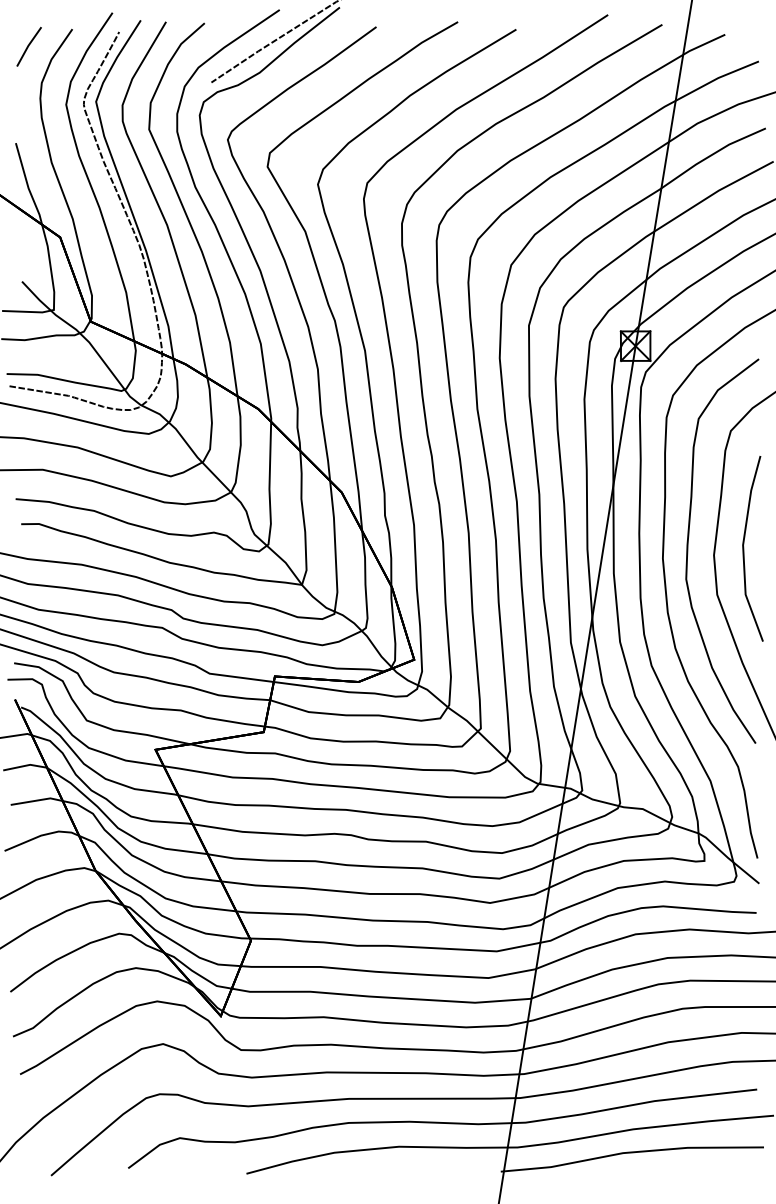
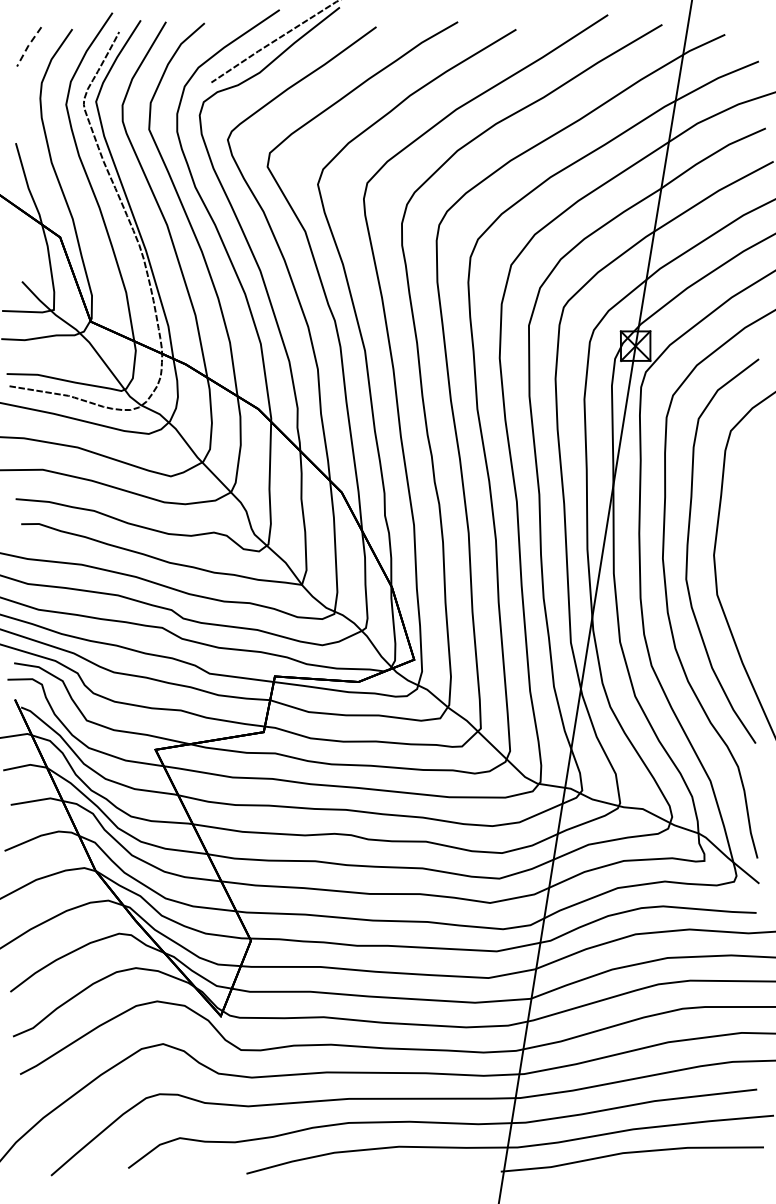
line at (28, 45): solid -> dashed
line at (744, 548): present -> none
